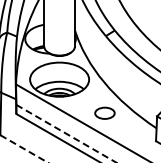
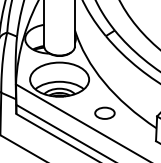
line at (66, 133): dashed -> solid
line at (24, 149): dashed -> solid
